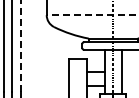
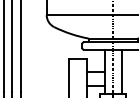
line at (92, 15): dashed -> solid
line at (21, 45): dashed -> solid
